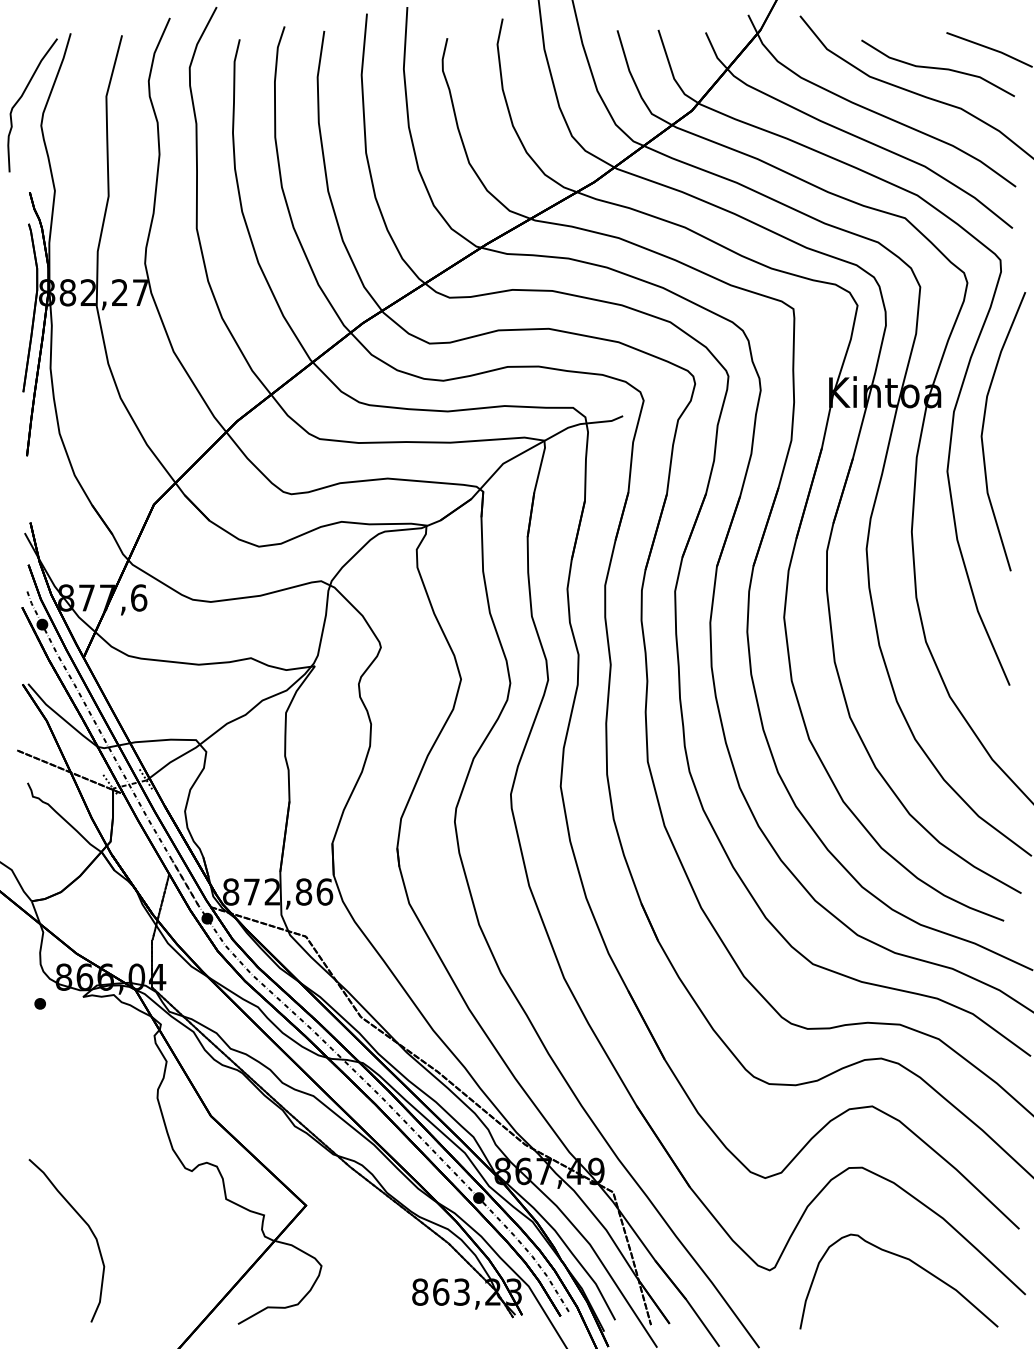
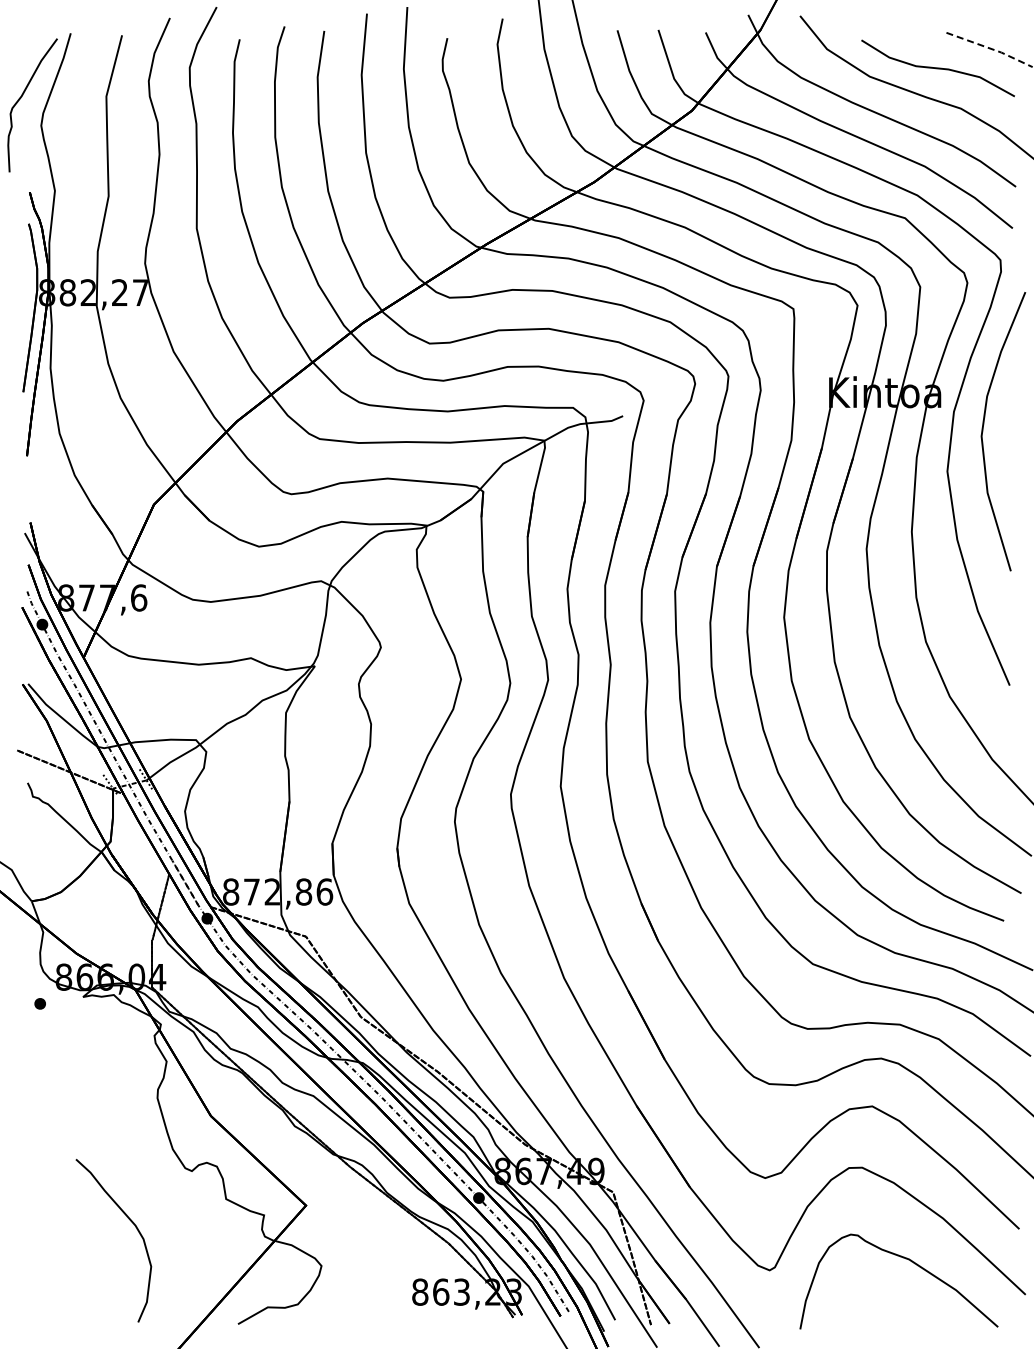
line at (991, 48): solid -> dashed
curve at (84, 1222) position: (84, 1222) -> (131, 1222)
